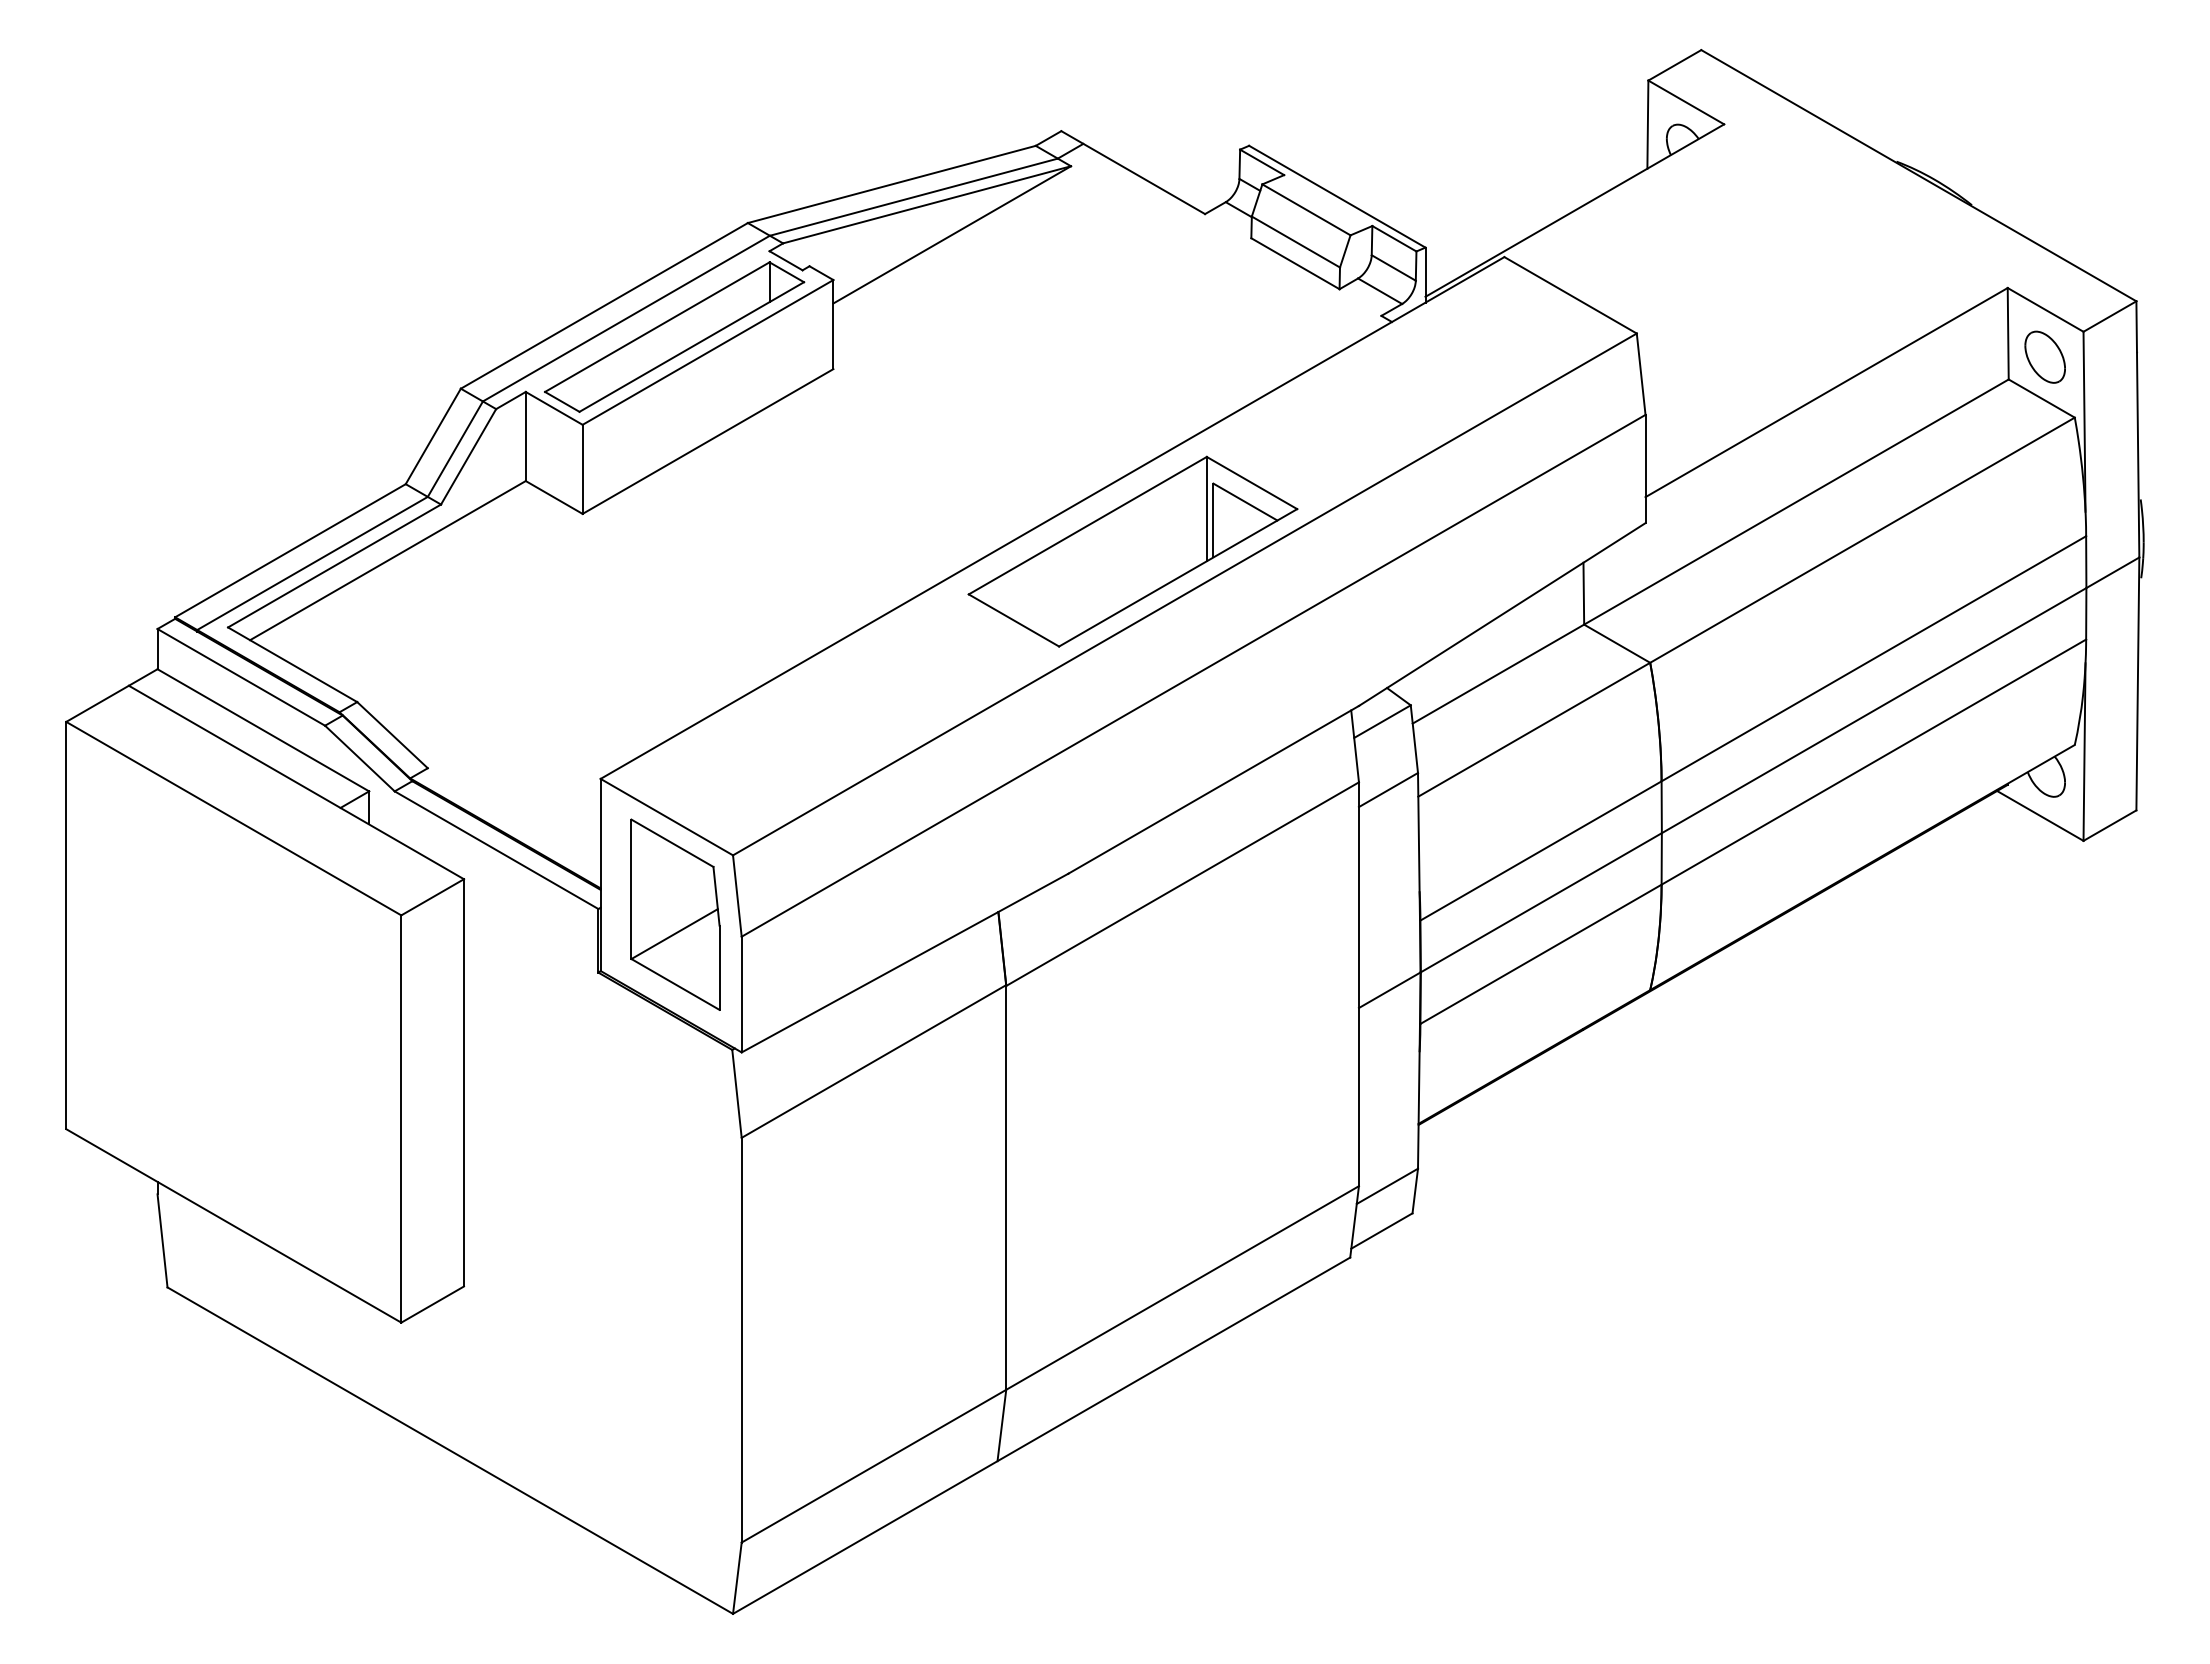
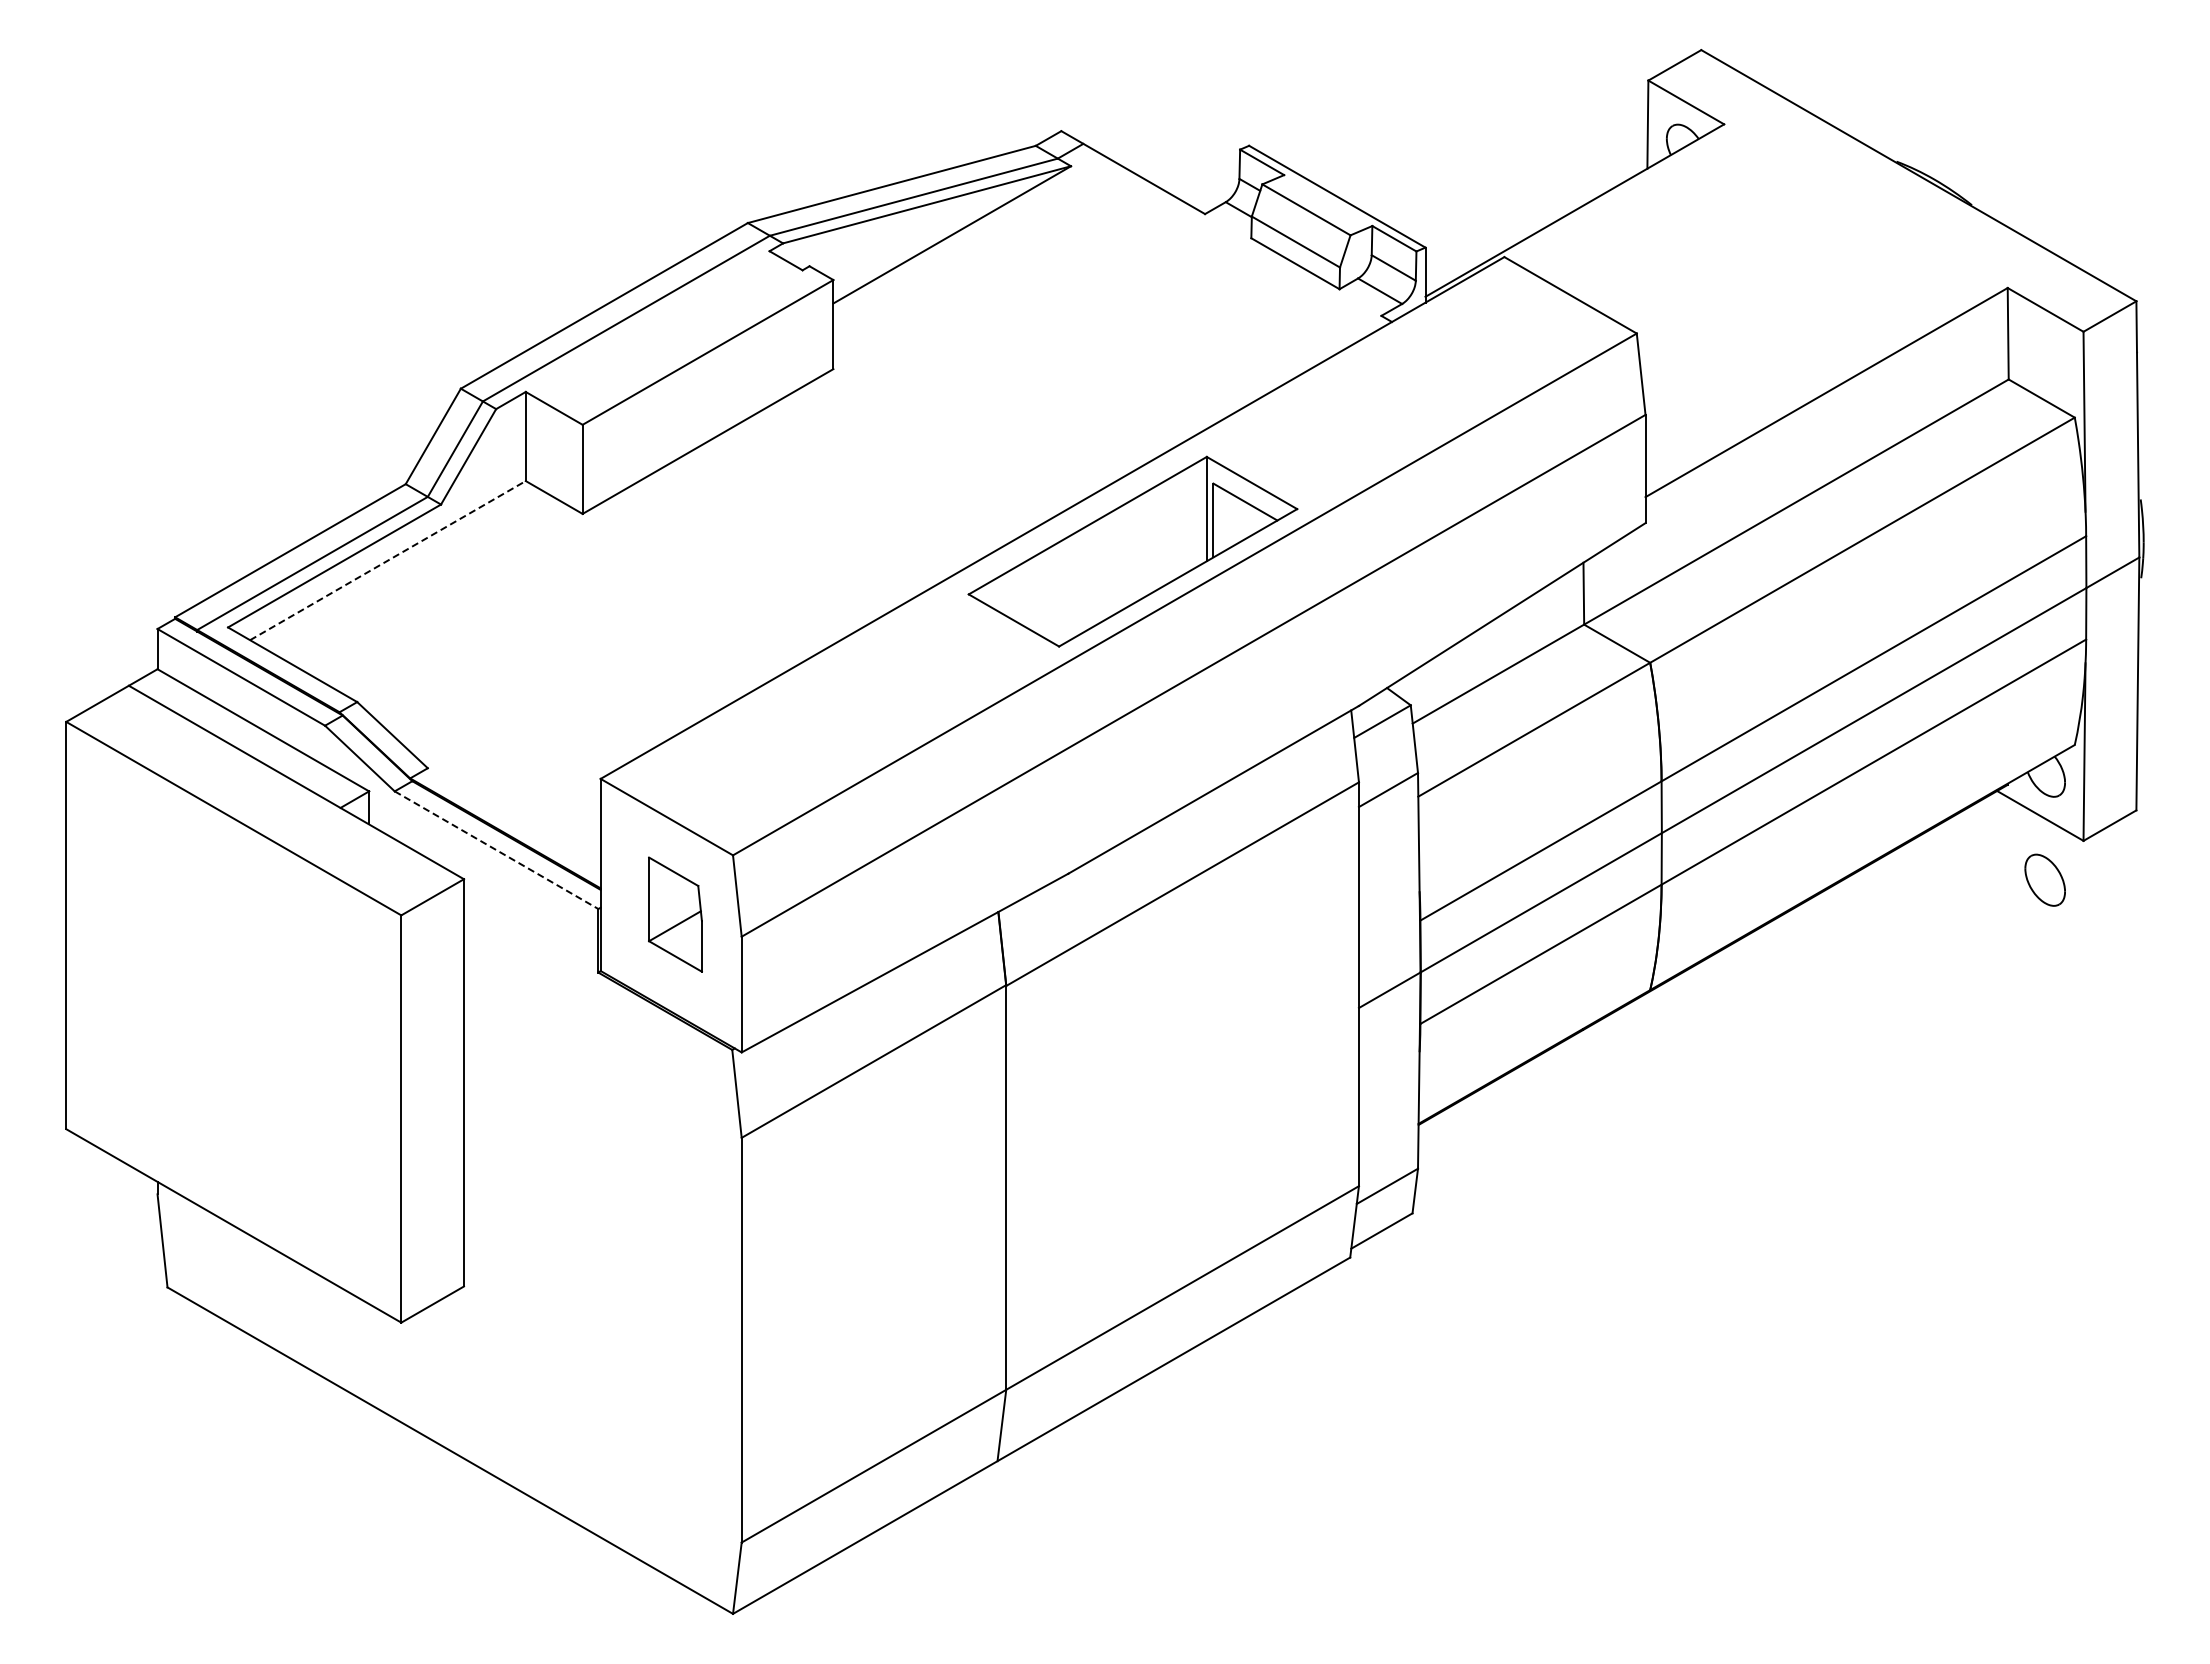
part at (674, 336): present -> none
part at (2044, 356) position: (2044, 356) -> (2044, 879)
line at (388, 560): solid -> dashed
line at (496, 850): solid -> dashed
part at (675, 914) size: 91x193 px -> 55x117 px
